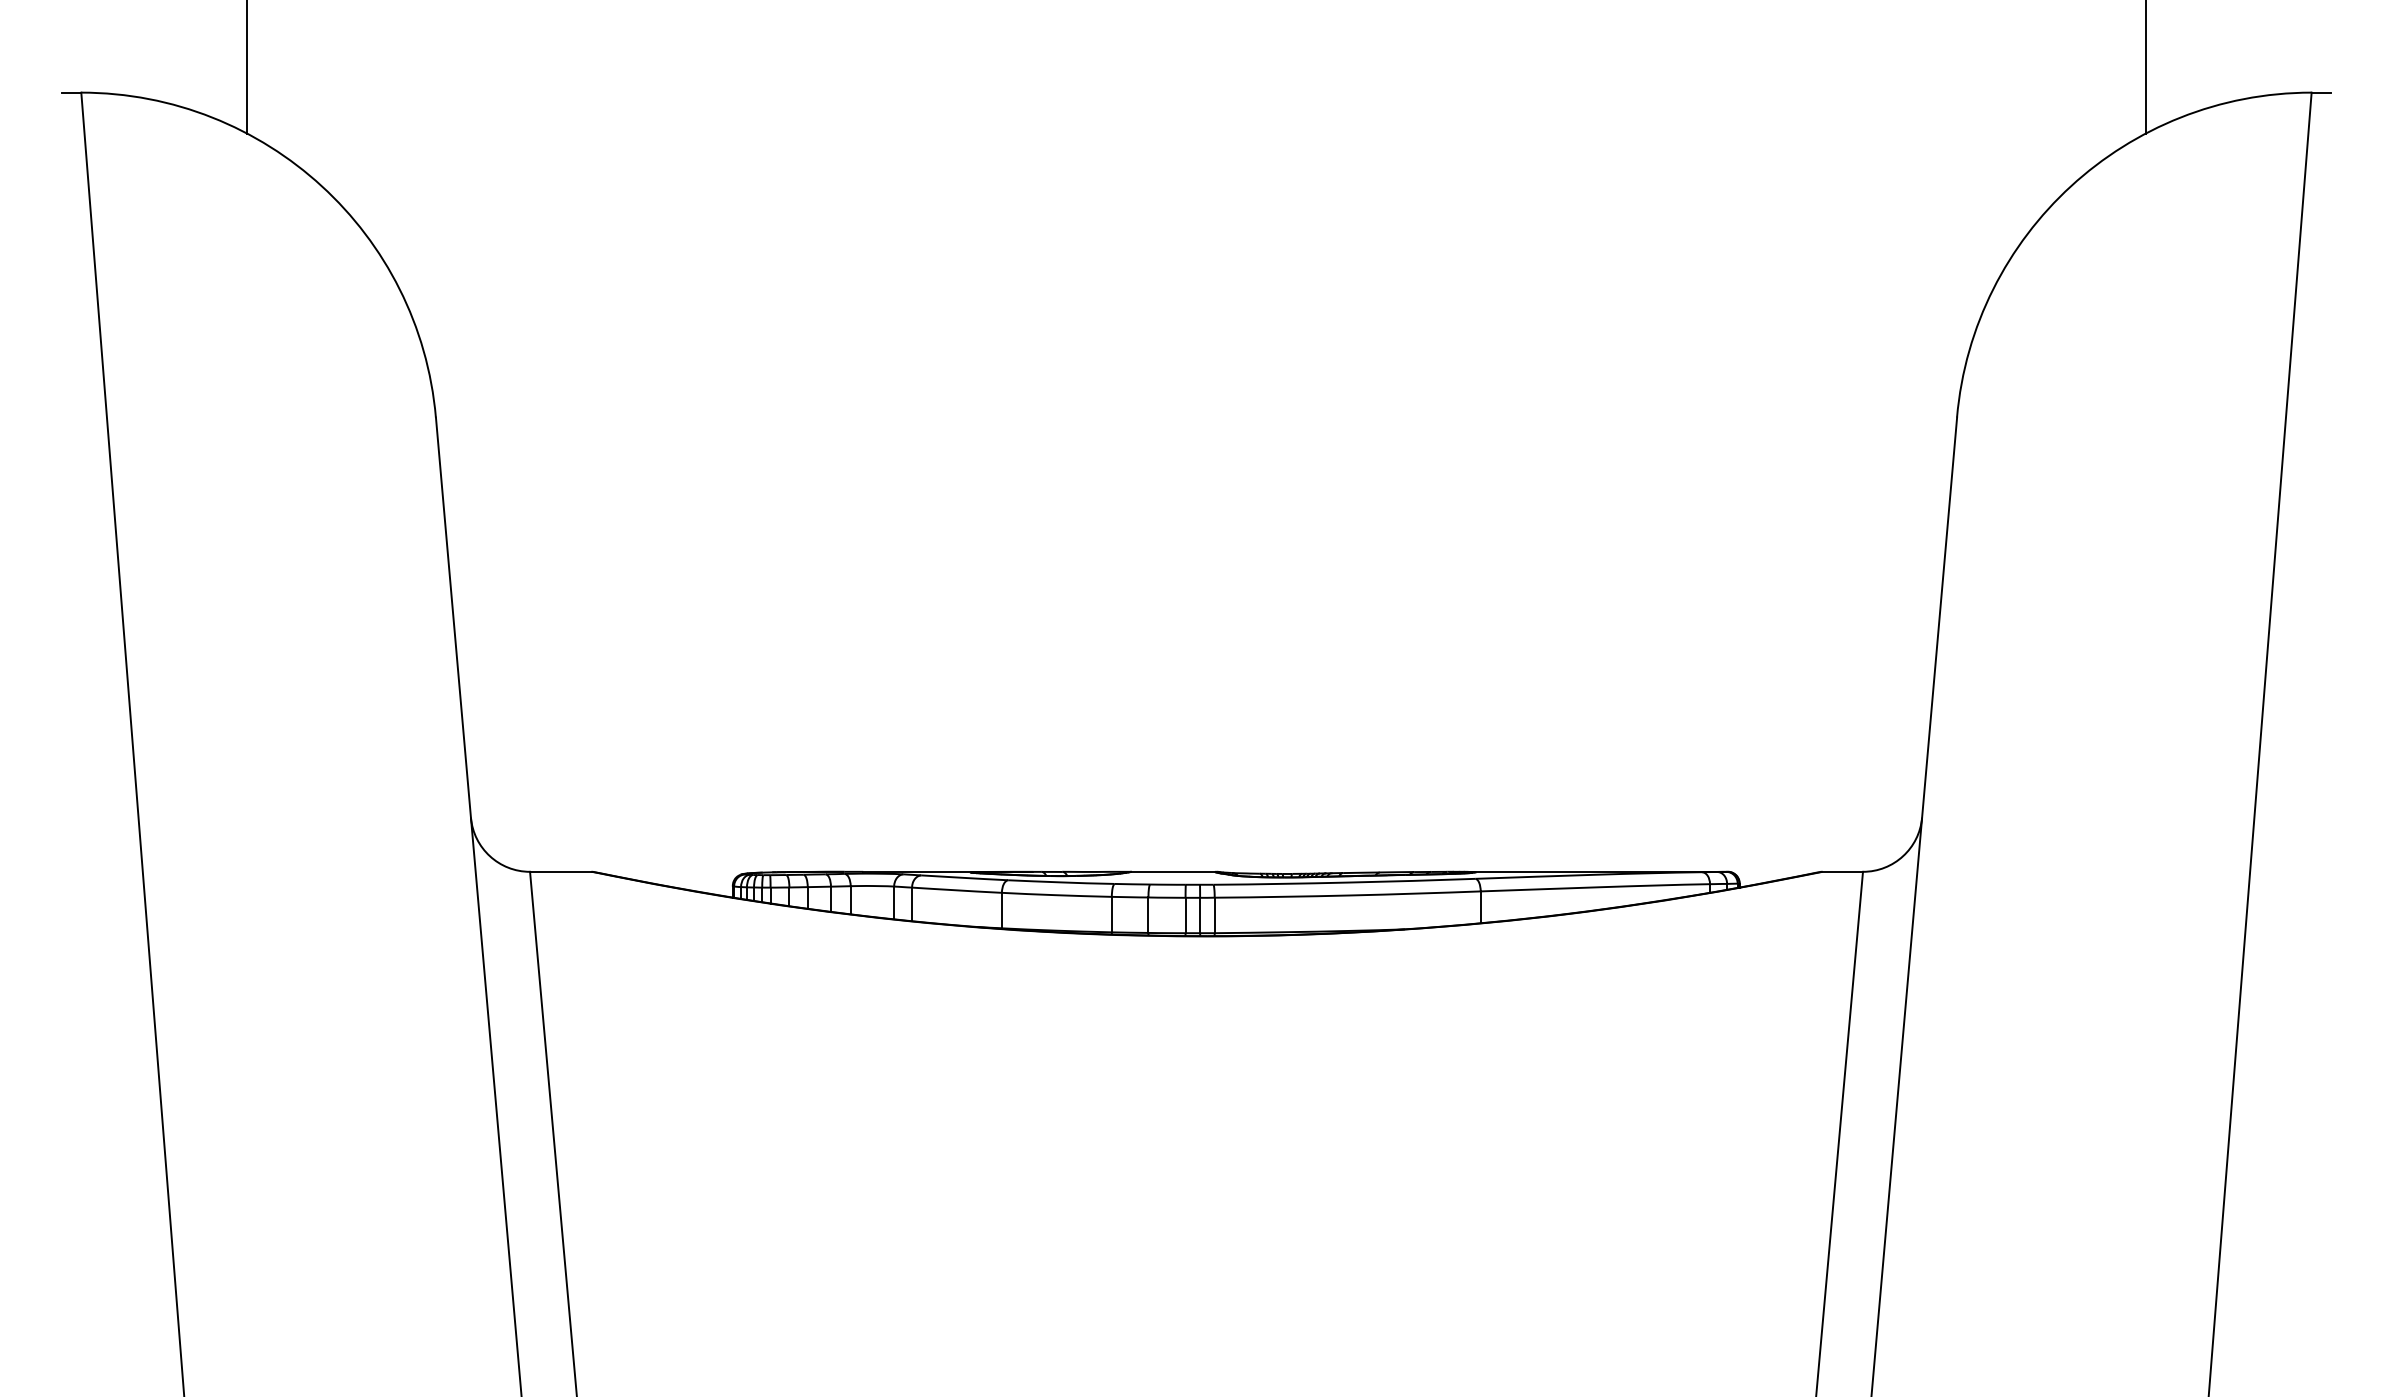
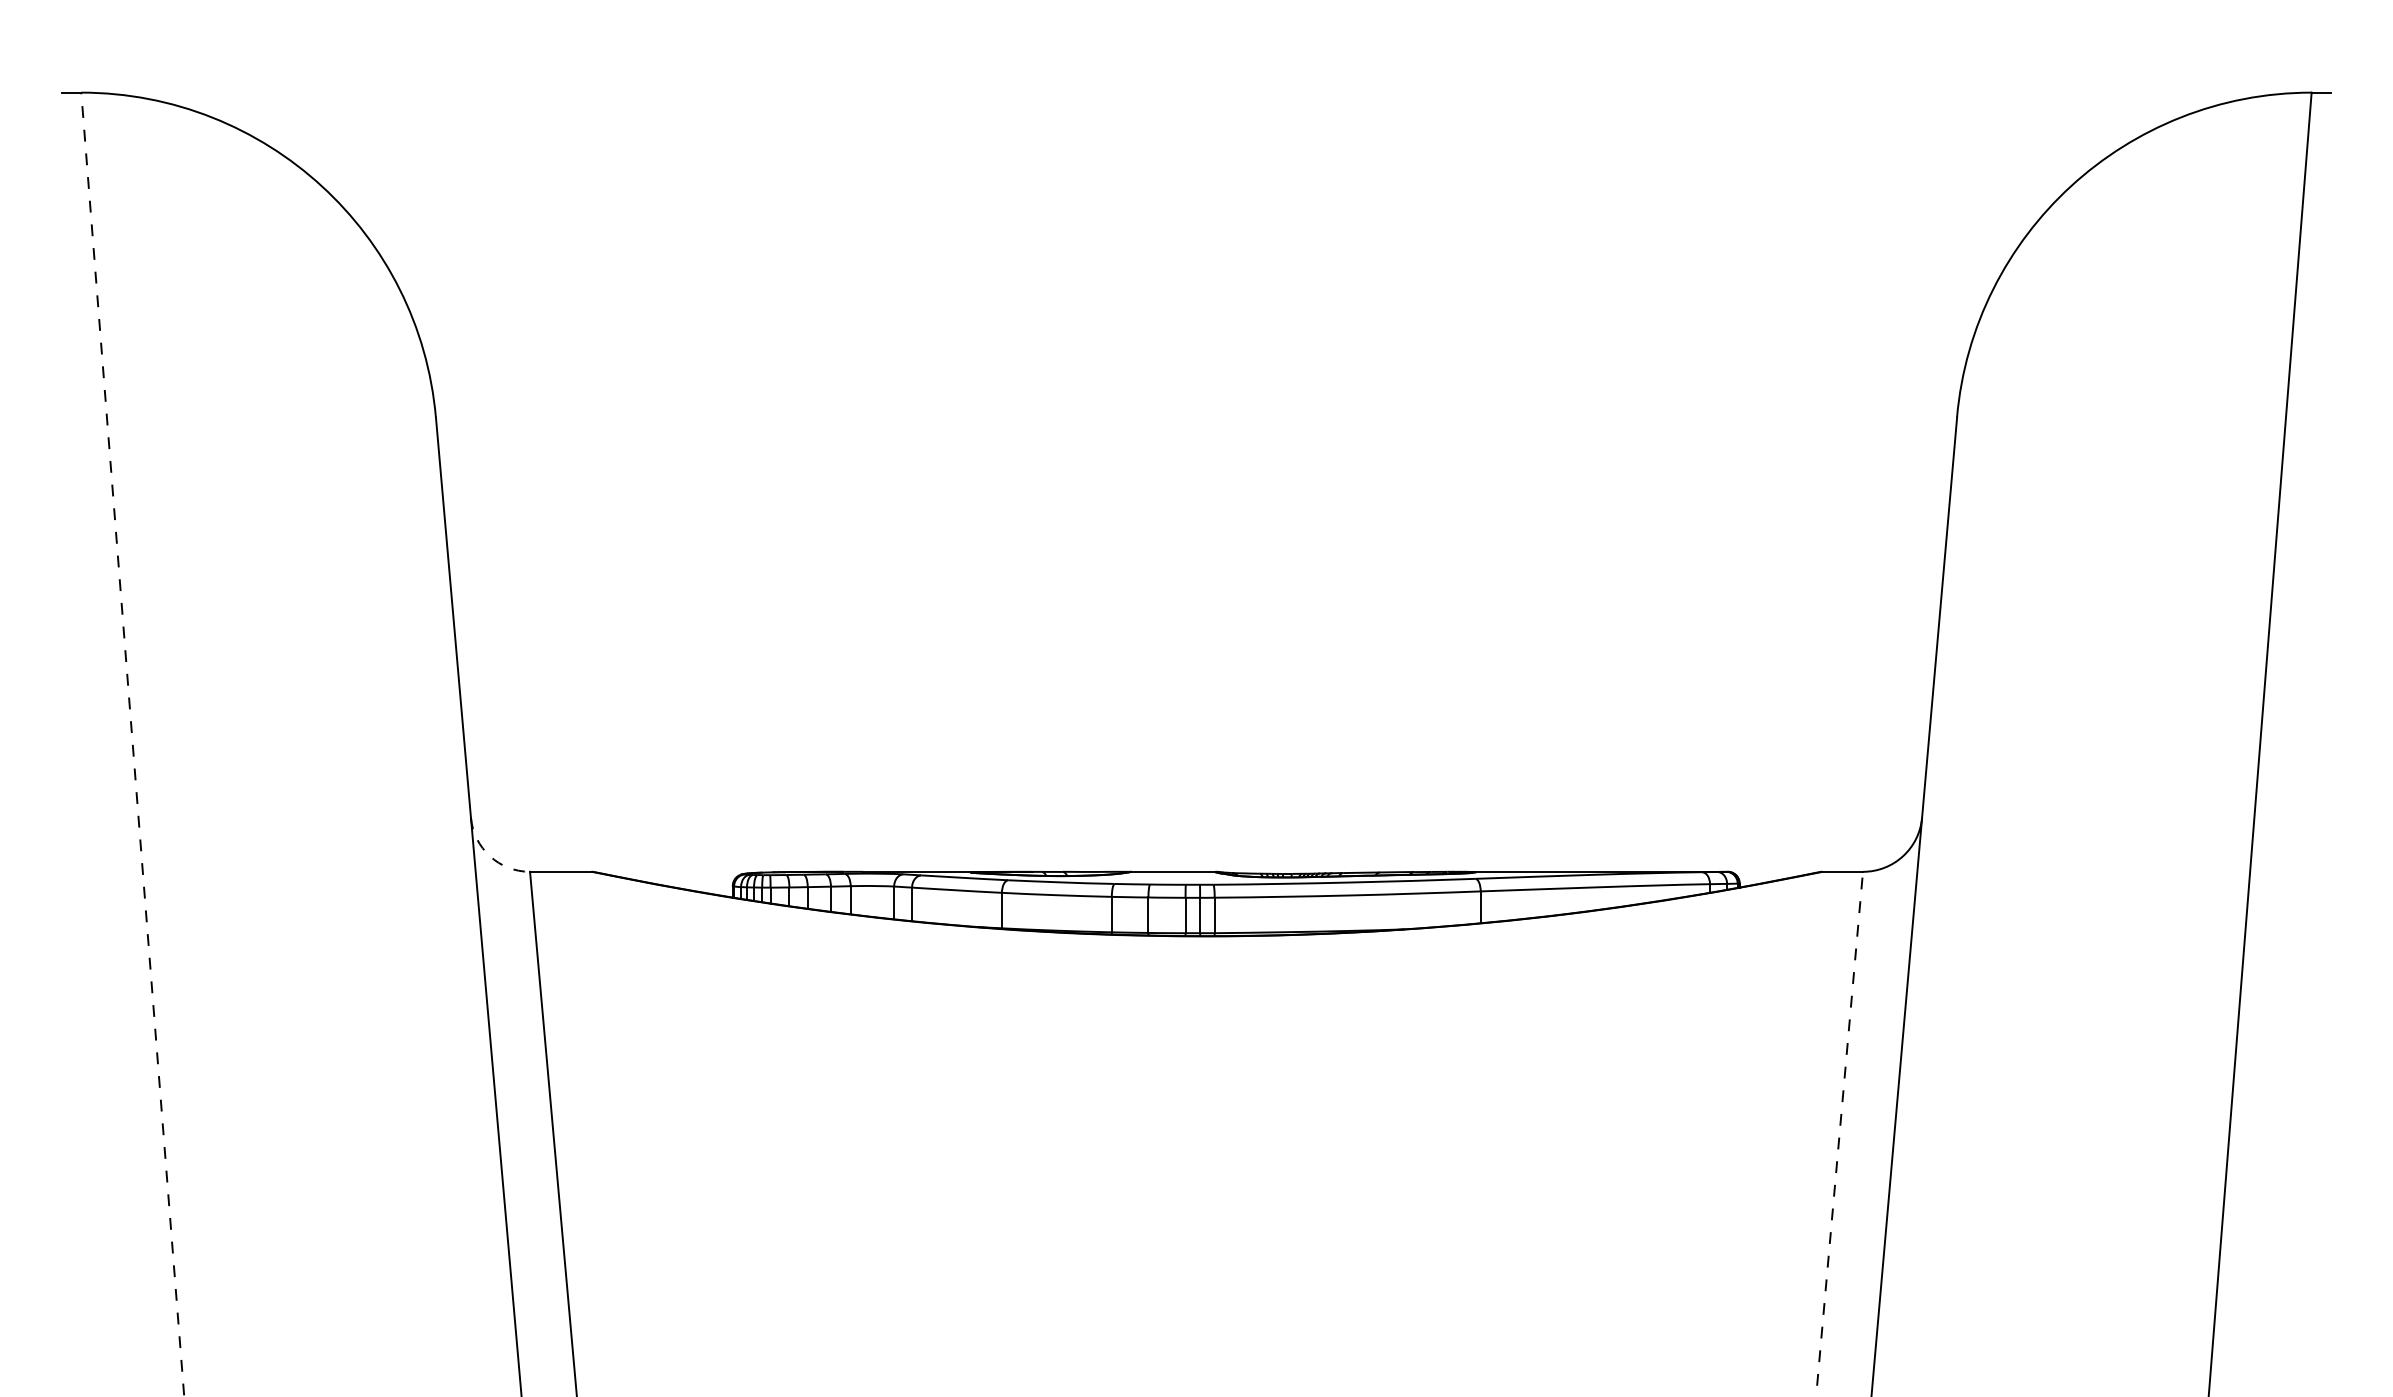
line at (247, 67): present -> none
line at (2145, 67): present -> none
line at (132, 744): solid -> dashed
arc at (489, 856): solid -> dashed
line at (1839, 1133): solid -> dashed
